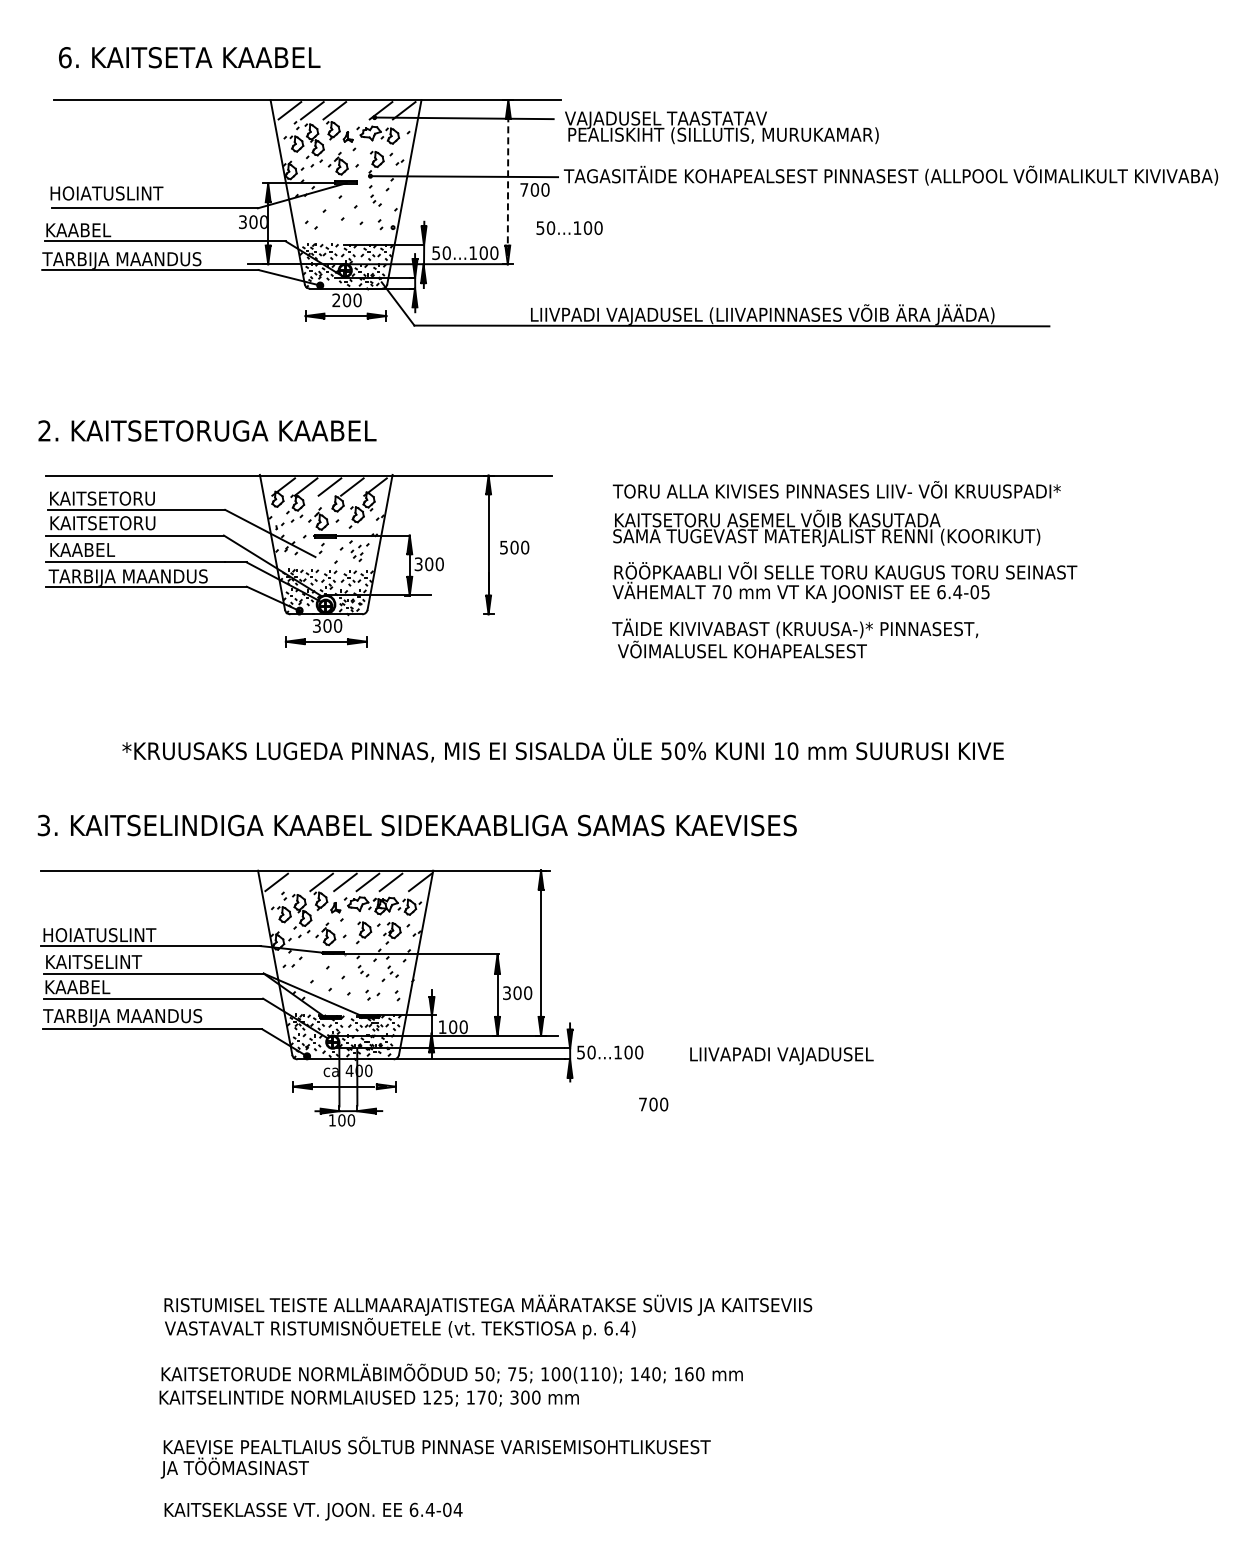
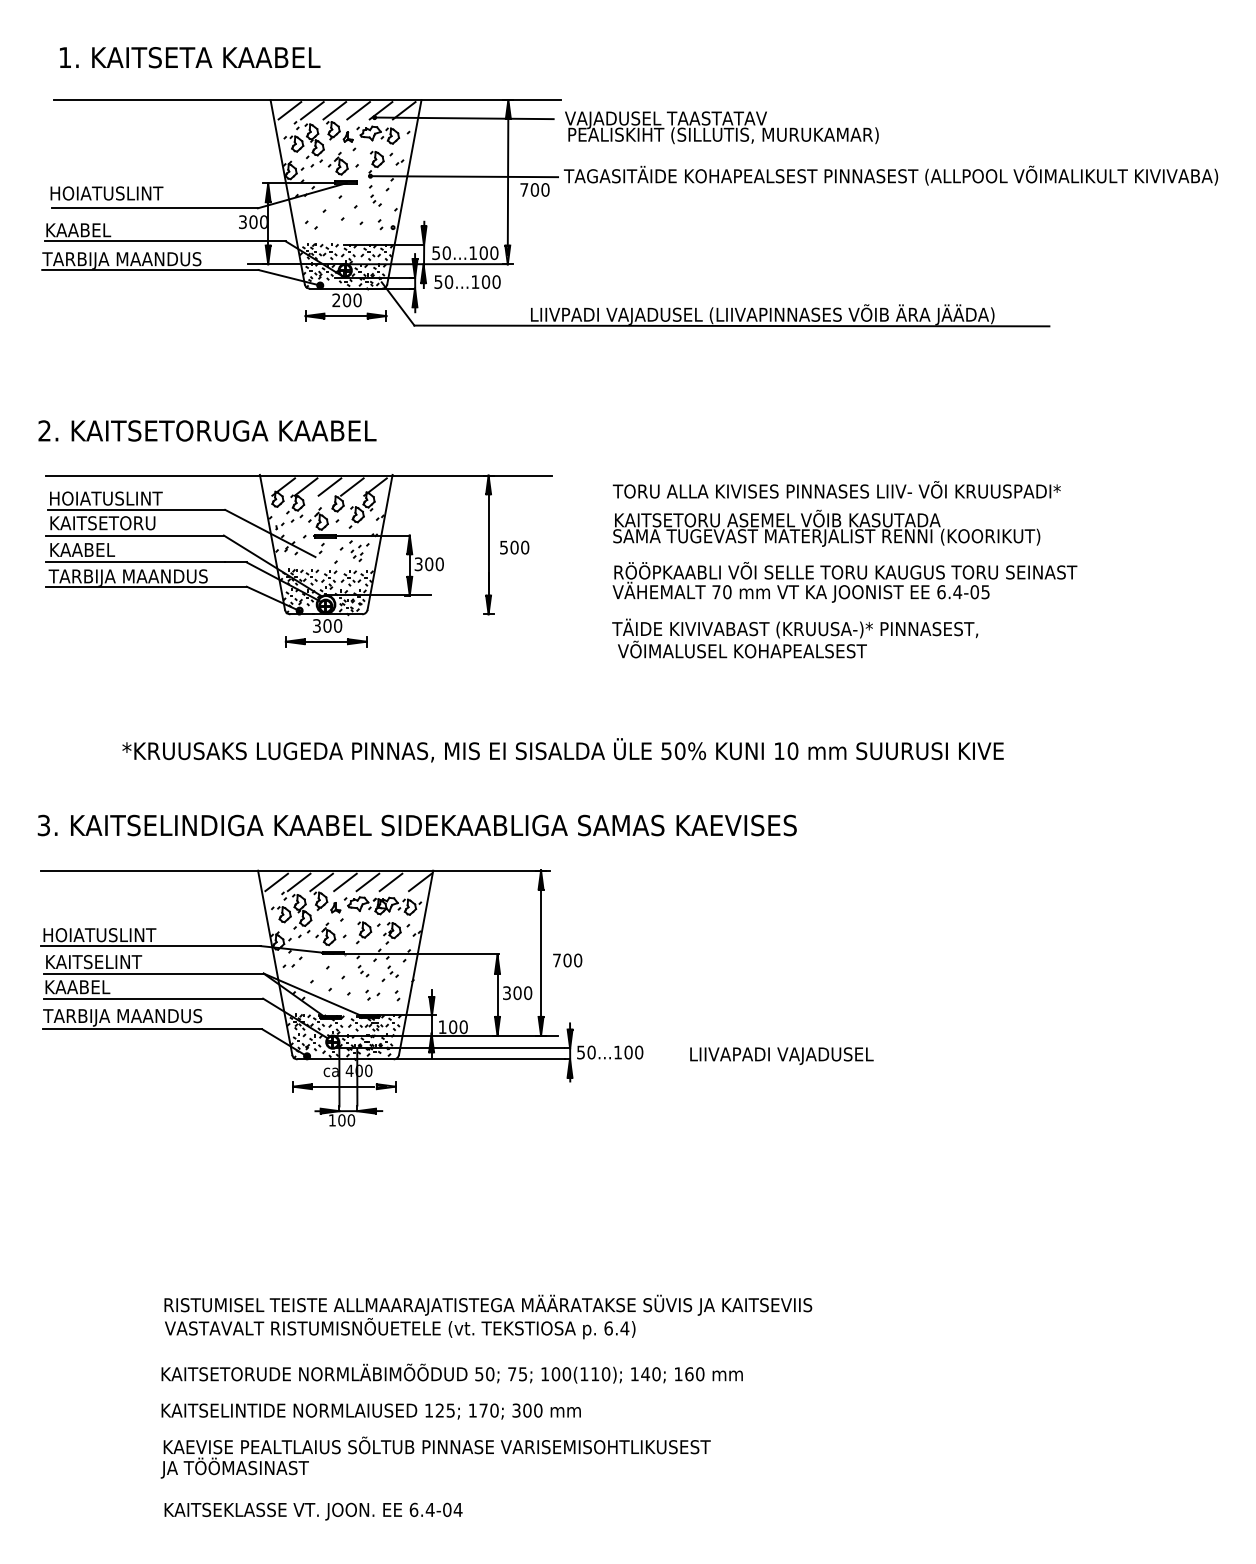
text at (65, 57): 6. -> 1.
line at (358, 110): none -> present
line at (508, 175): dashed -> solid
text at (569, 227) position: (569, 227) -> (467, 281)
text at (107, 498): KAITSETORU -> HOIATUSLINT
line at (298, 882): none -> present
text at (653, 1104) position: (653, 1104) -> (567, 960)
text at (368, 1398) position: (368, 1398) -> (370, 1411)
